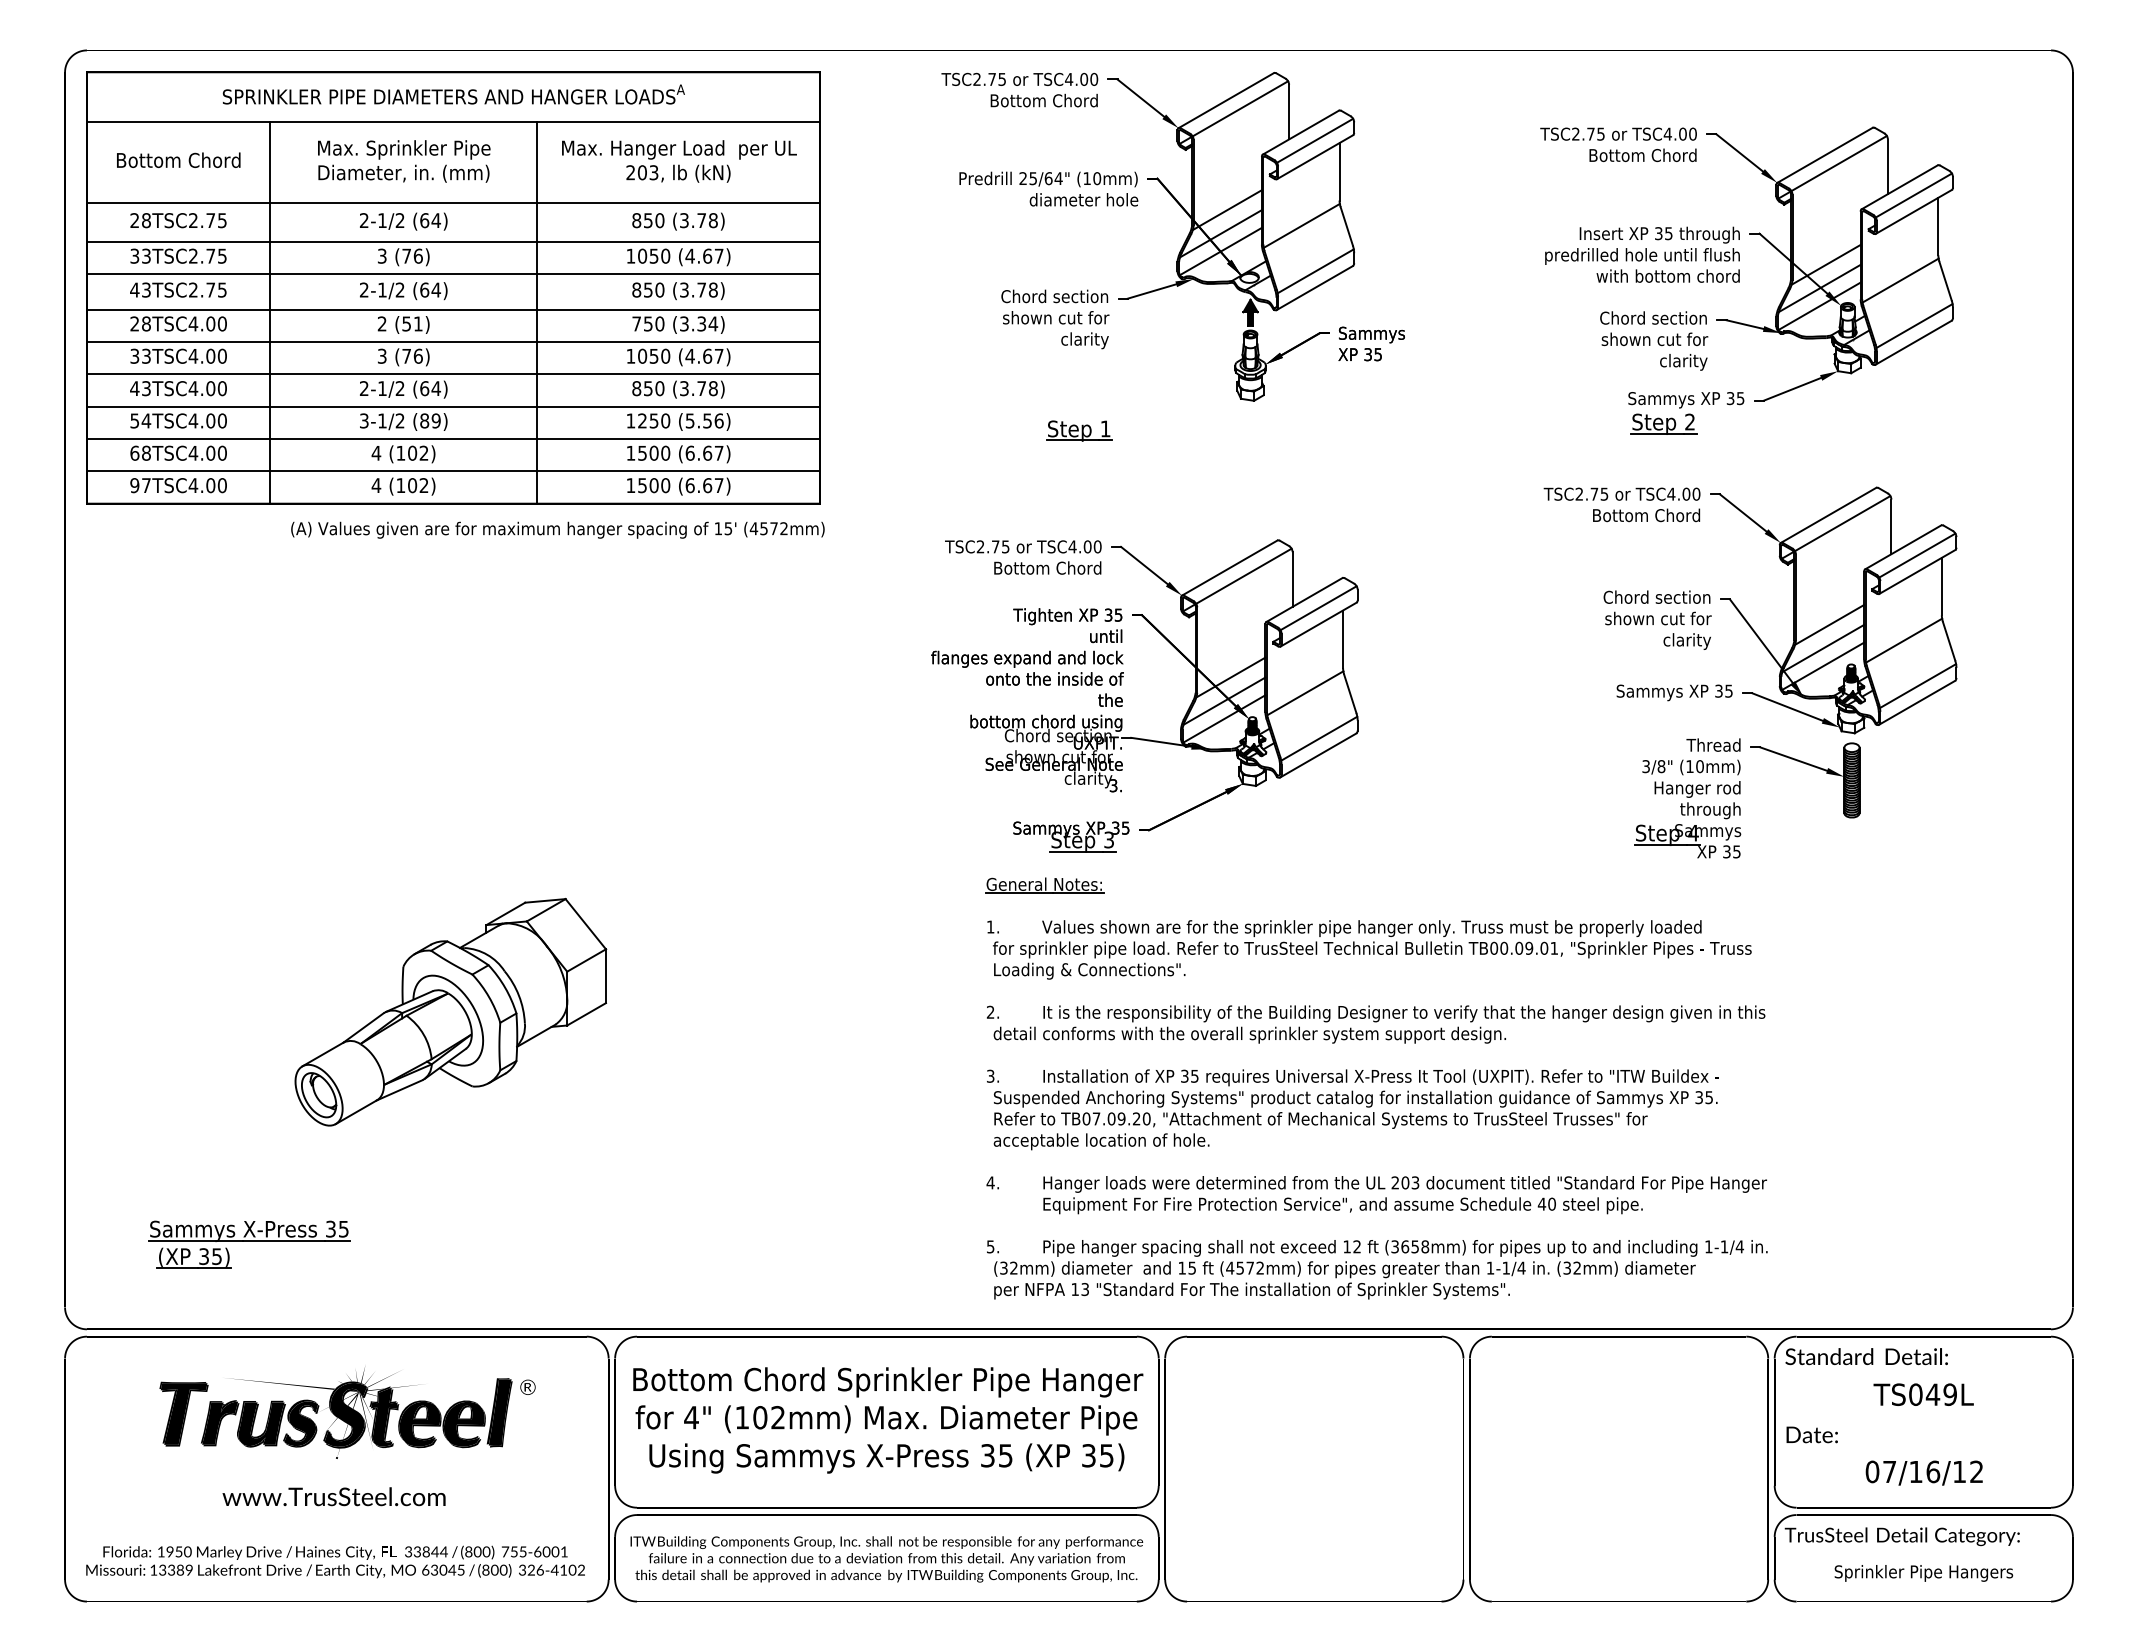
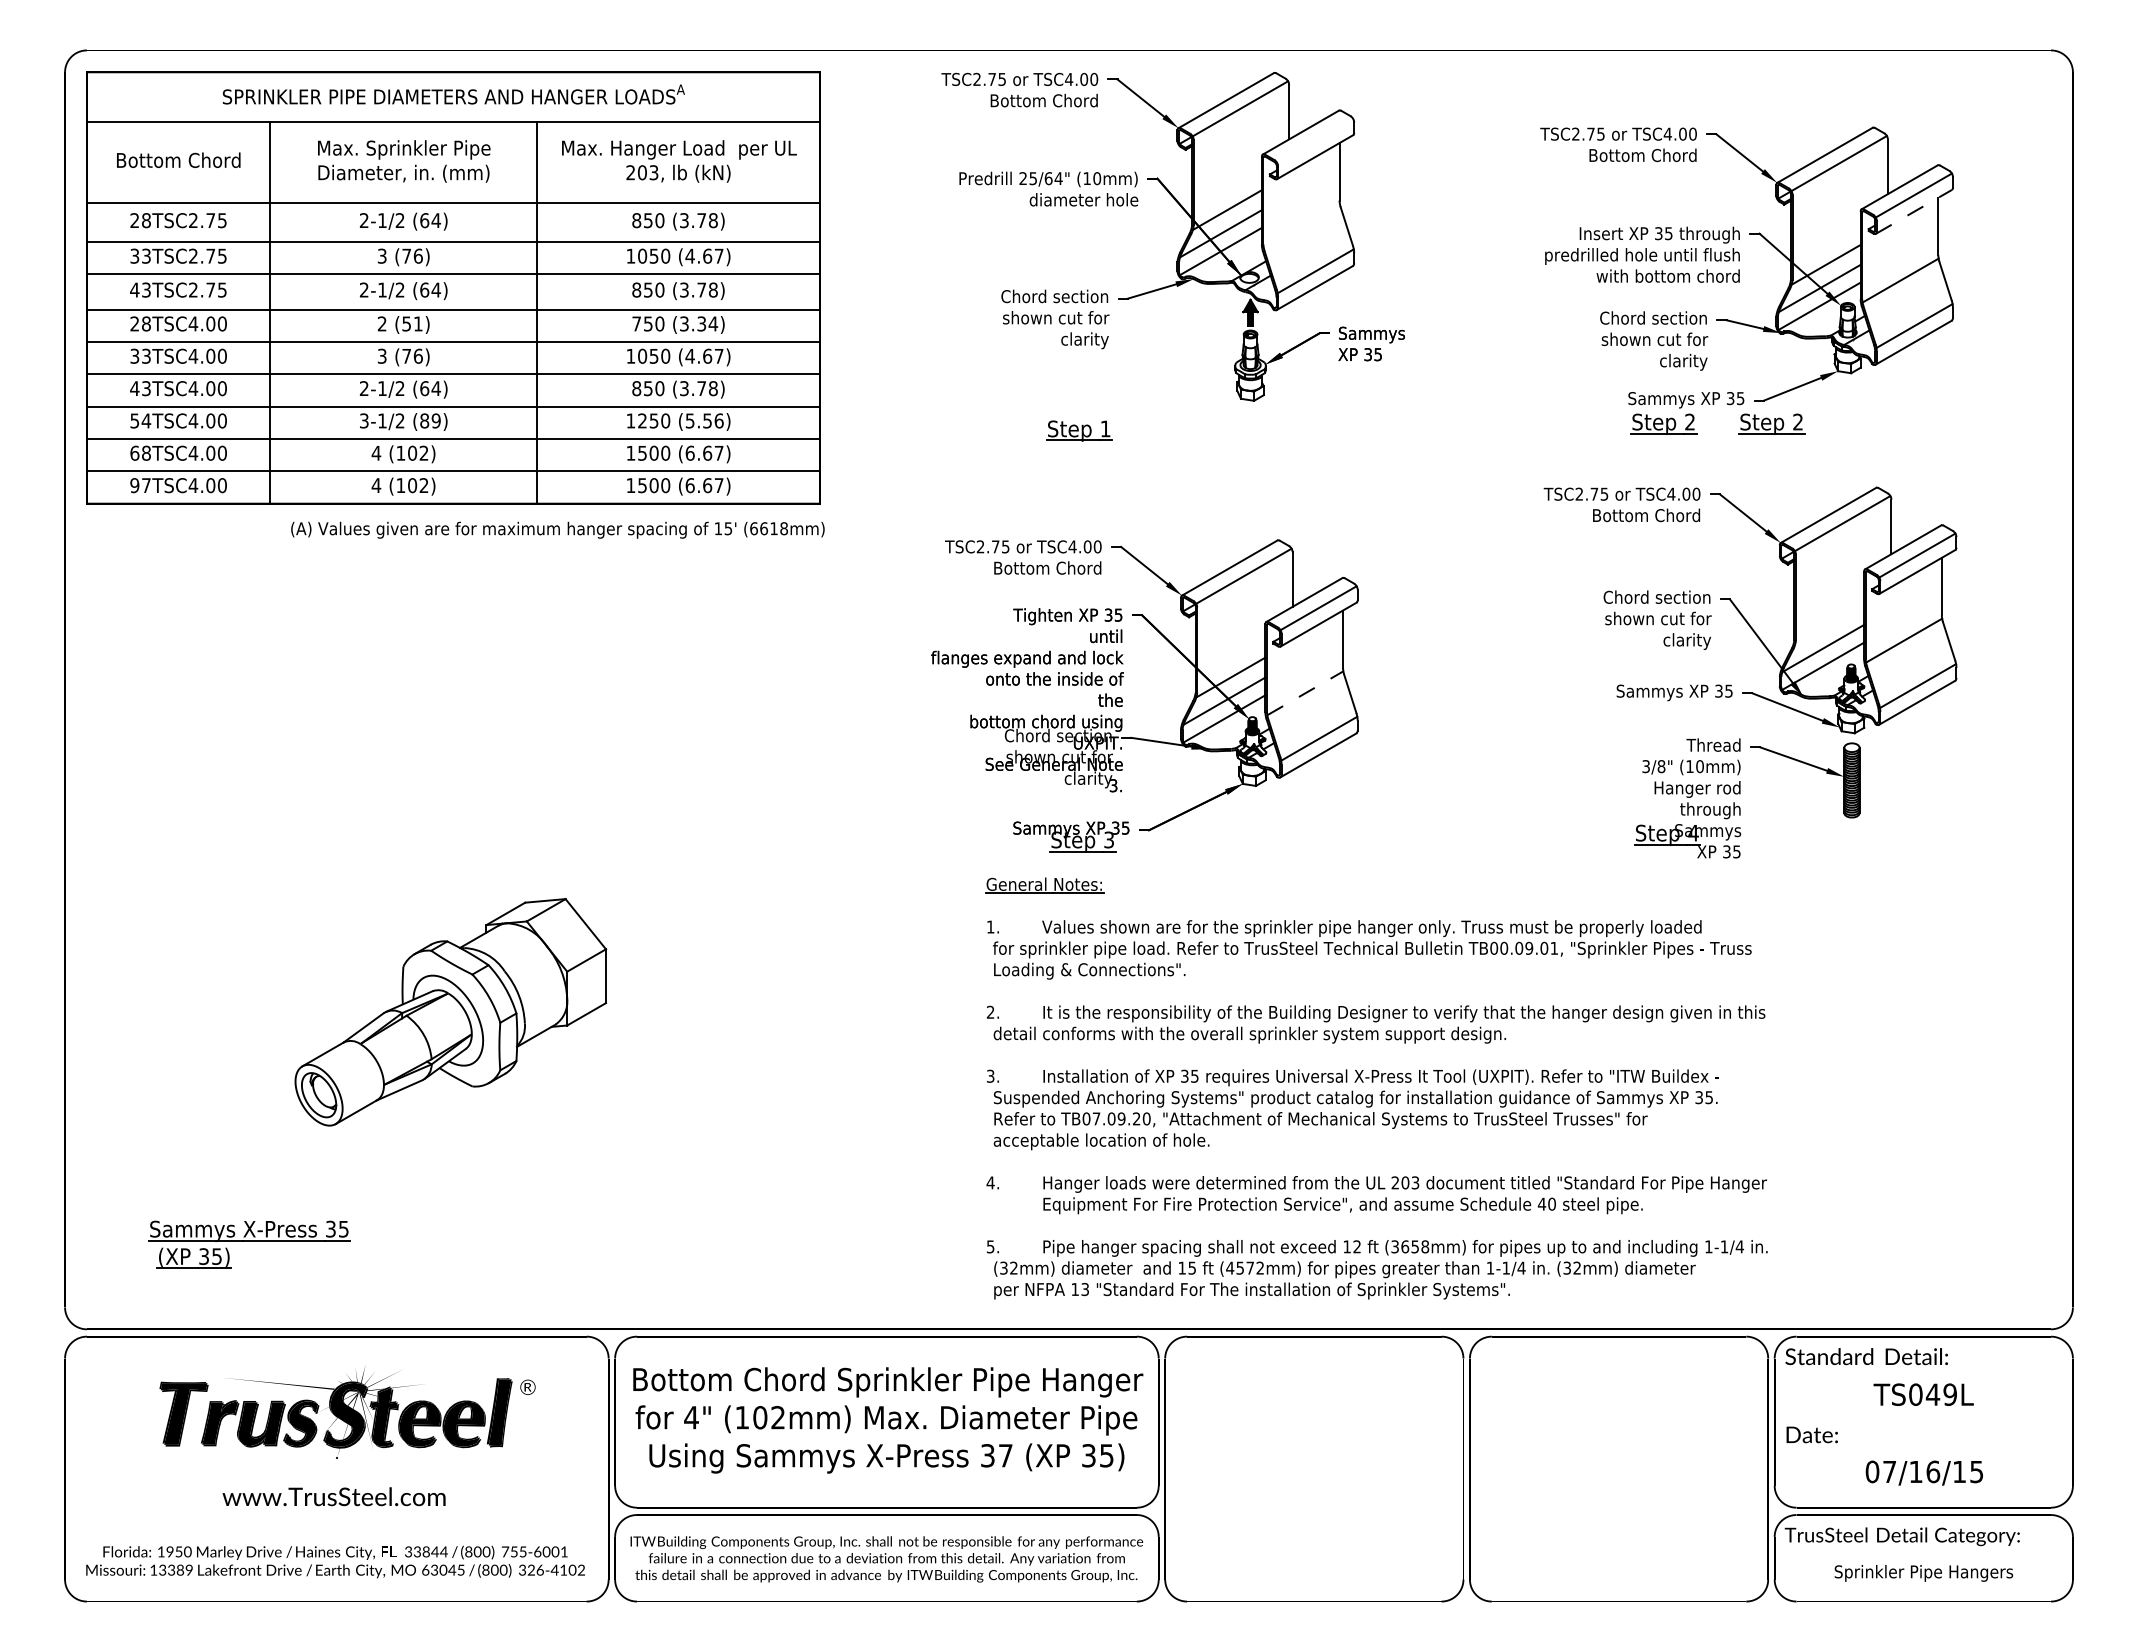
line at (1315, 140): present -> none
line at (1913, 211): solid -> dashed
line at (1301, 225): present -> none
part at (1771, 423): none -> present
text at (768, 528): (4572mm) -> (6618mm)
line at (1829, 624): present -> none
line at (1305, 693): solid -> dashed
text at (1005, 1455): 35 -> 37
text at (1976, 1471): 07/16/12 -> 07/16/15
